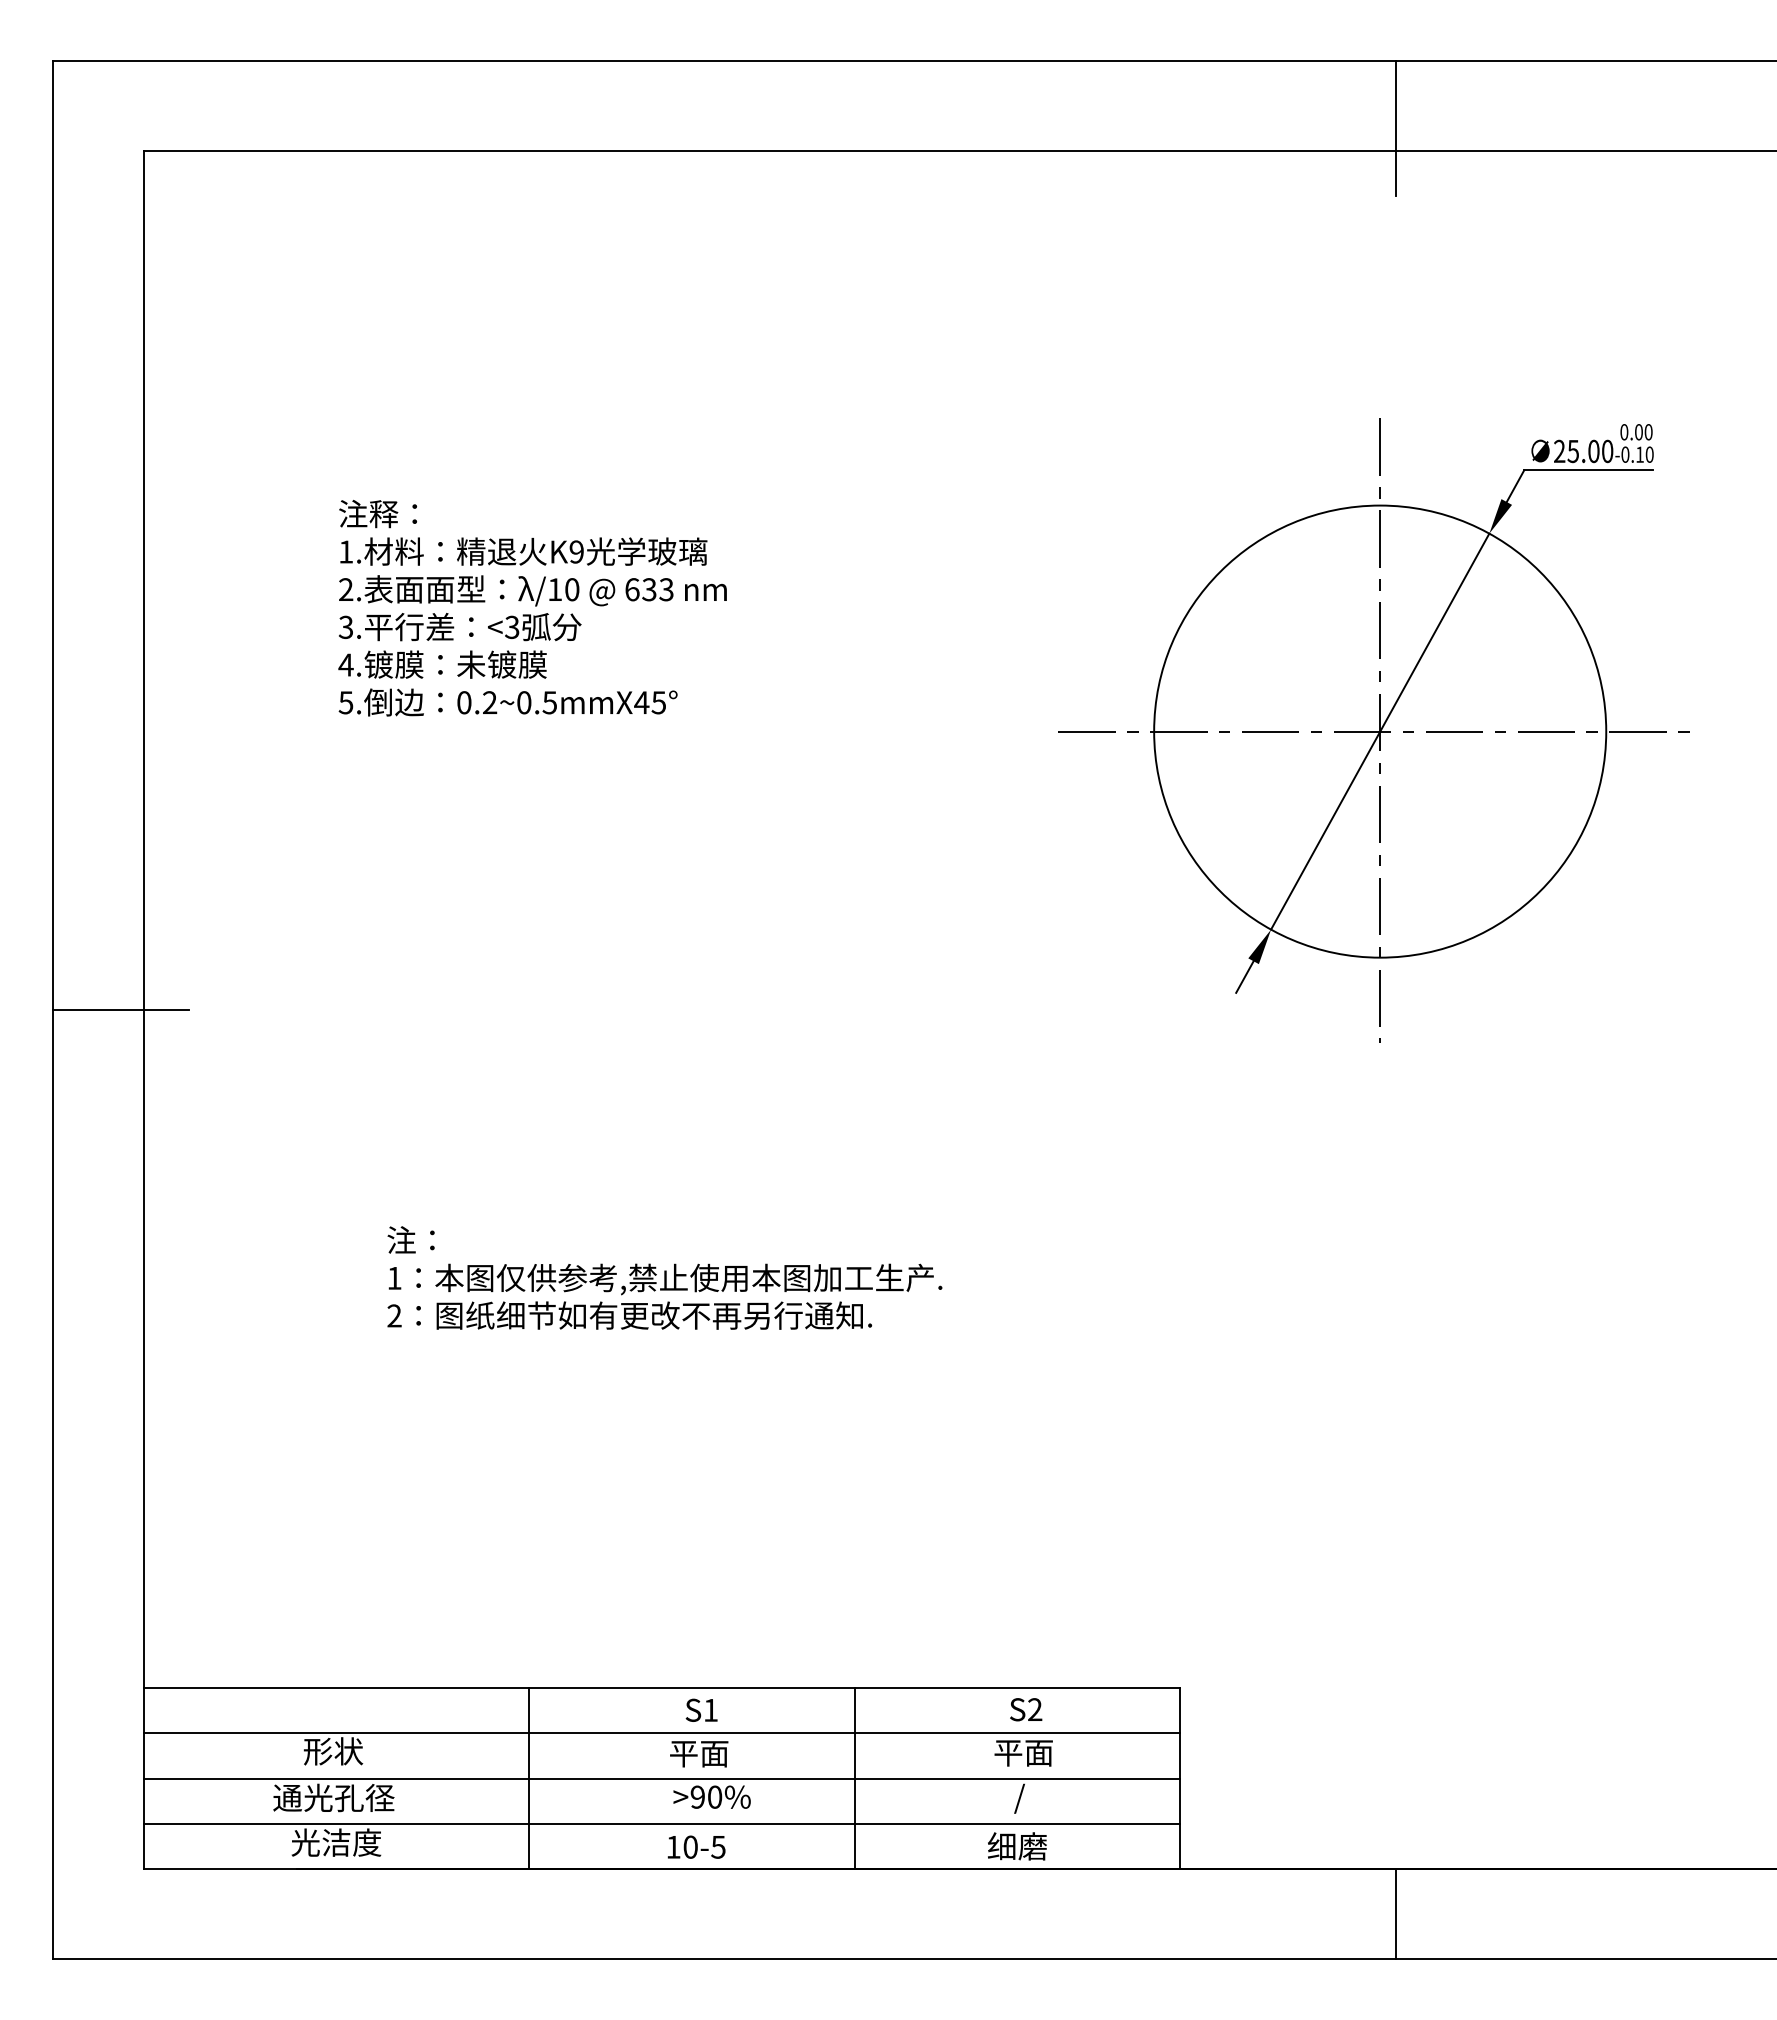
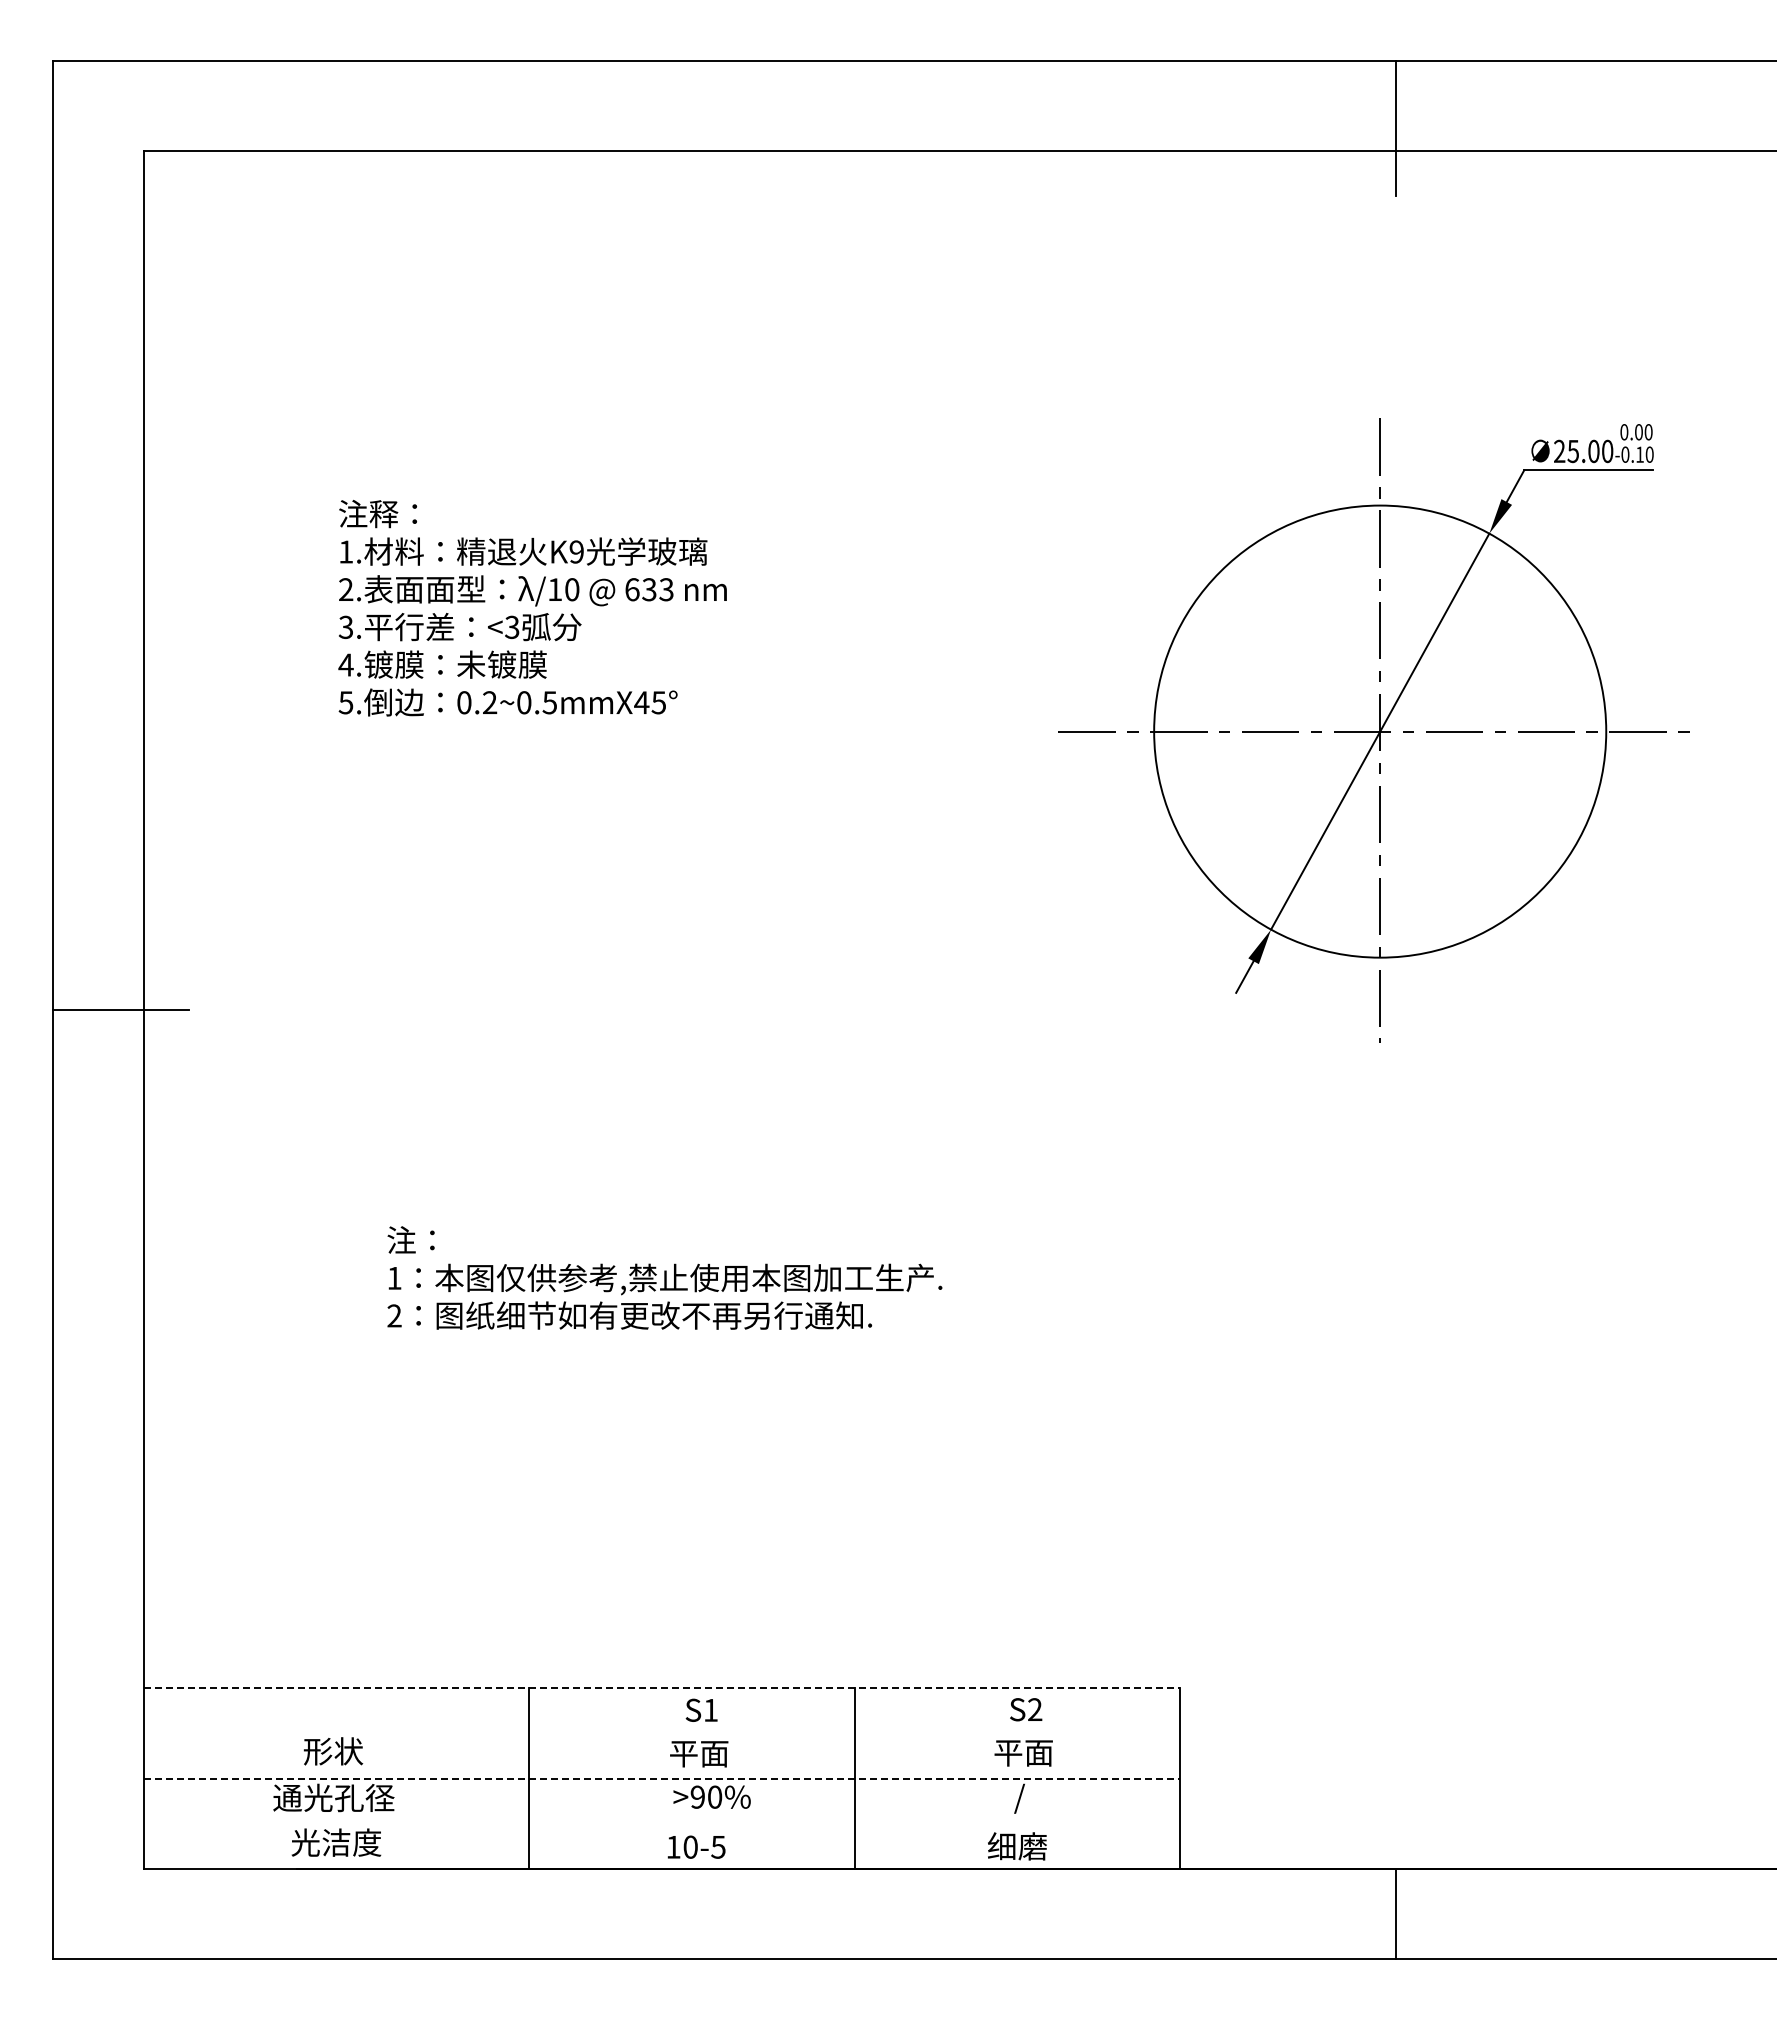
line at (662, 1688): solid -> dashed
line at (661, 1733): present -> none
line at (662, 1778): solid -> dashed
line at (661, 1823): present -> none
